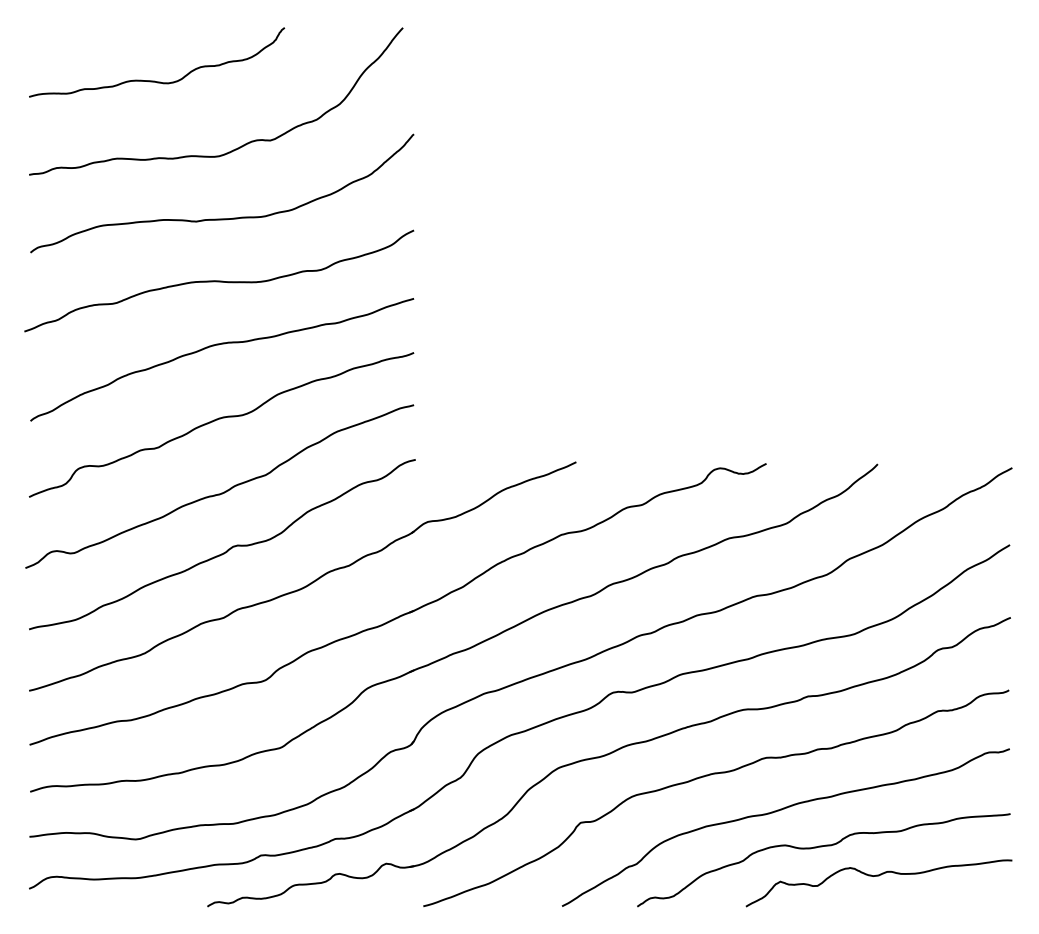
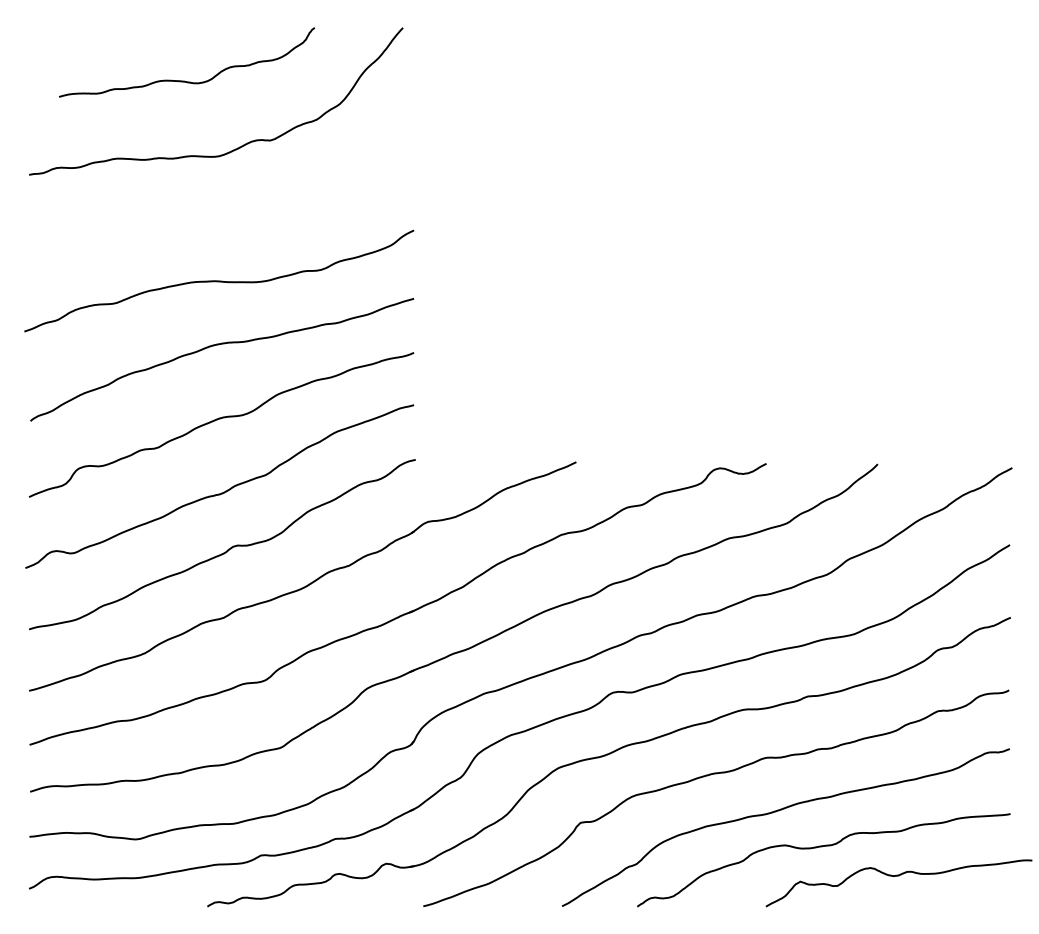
curve at (154, 80) position: (154, 80) -> (184, 80)
curve at (222, 218): present -> none
curve at (878, 876) position: (878, 876) -> (898, 876)
